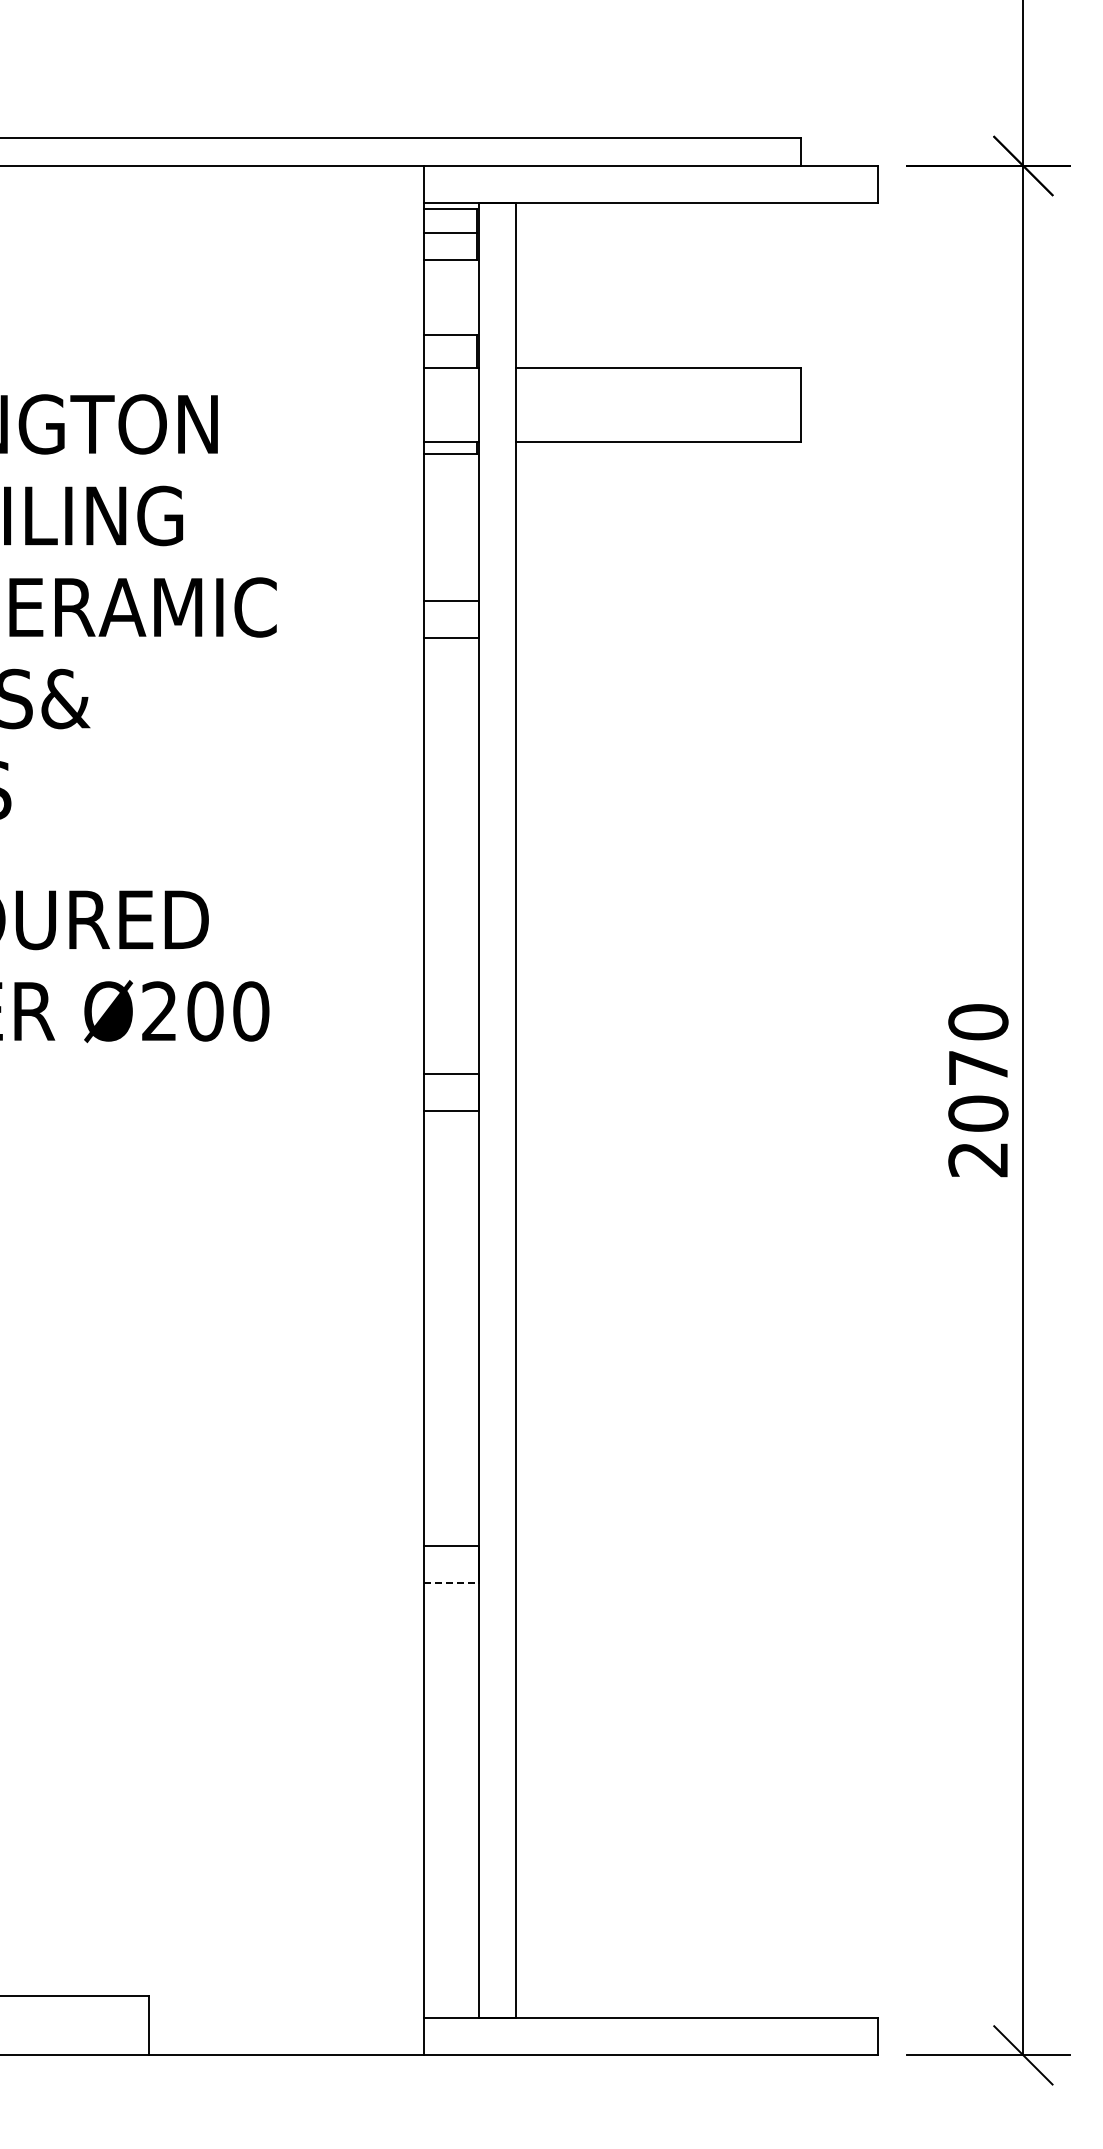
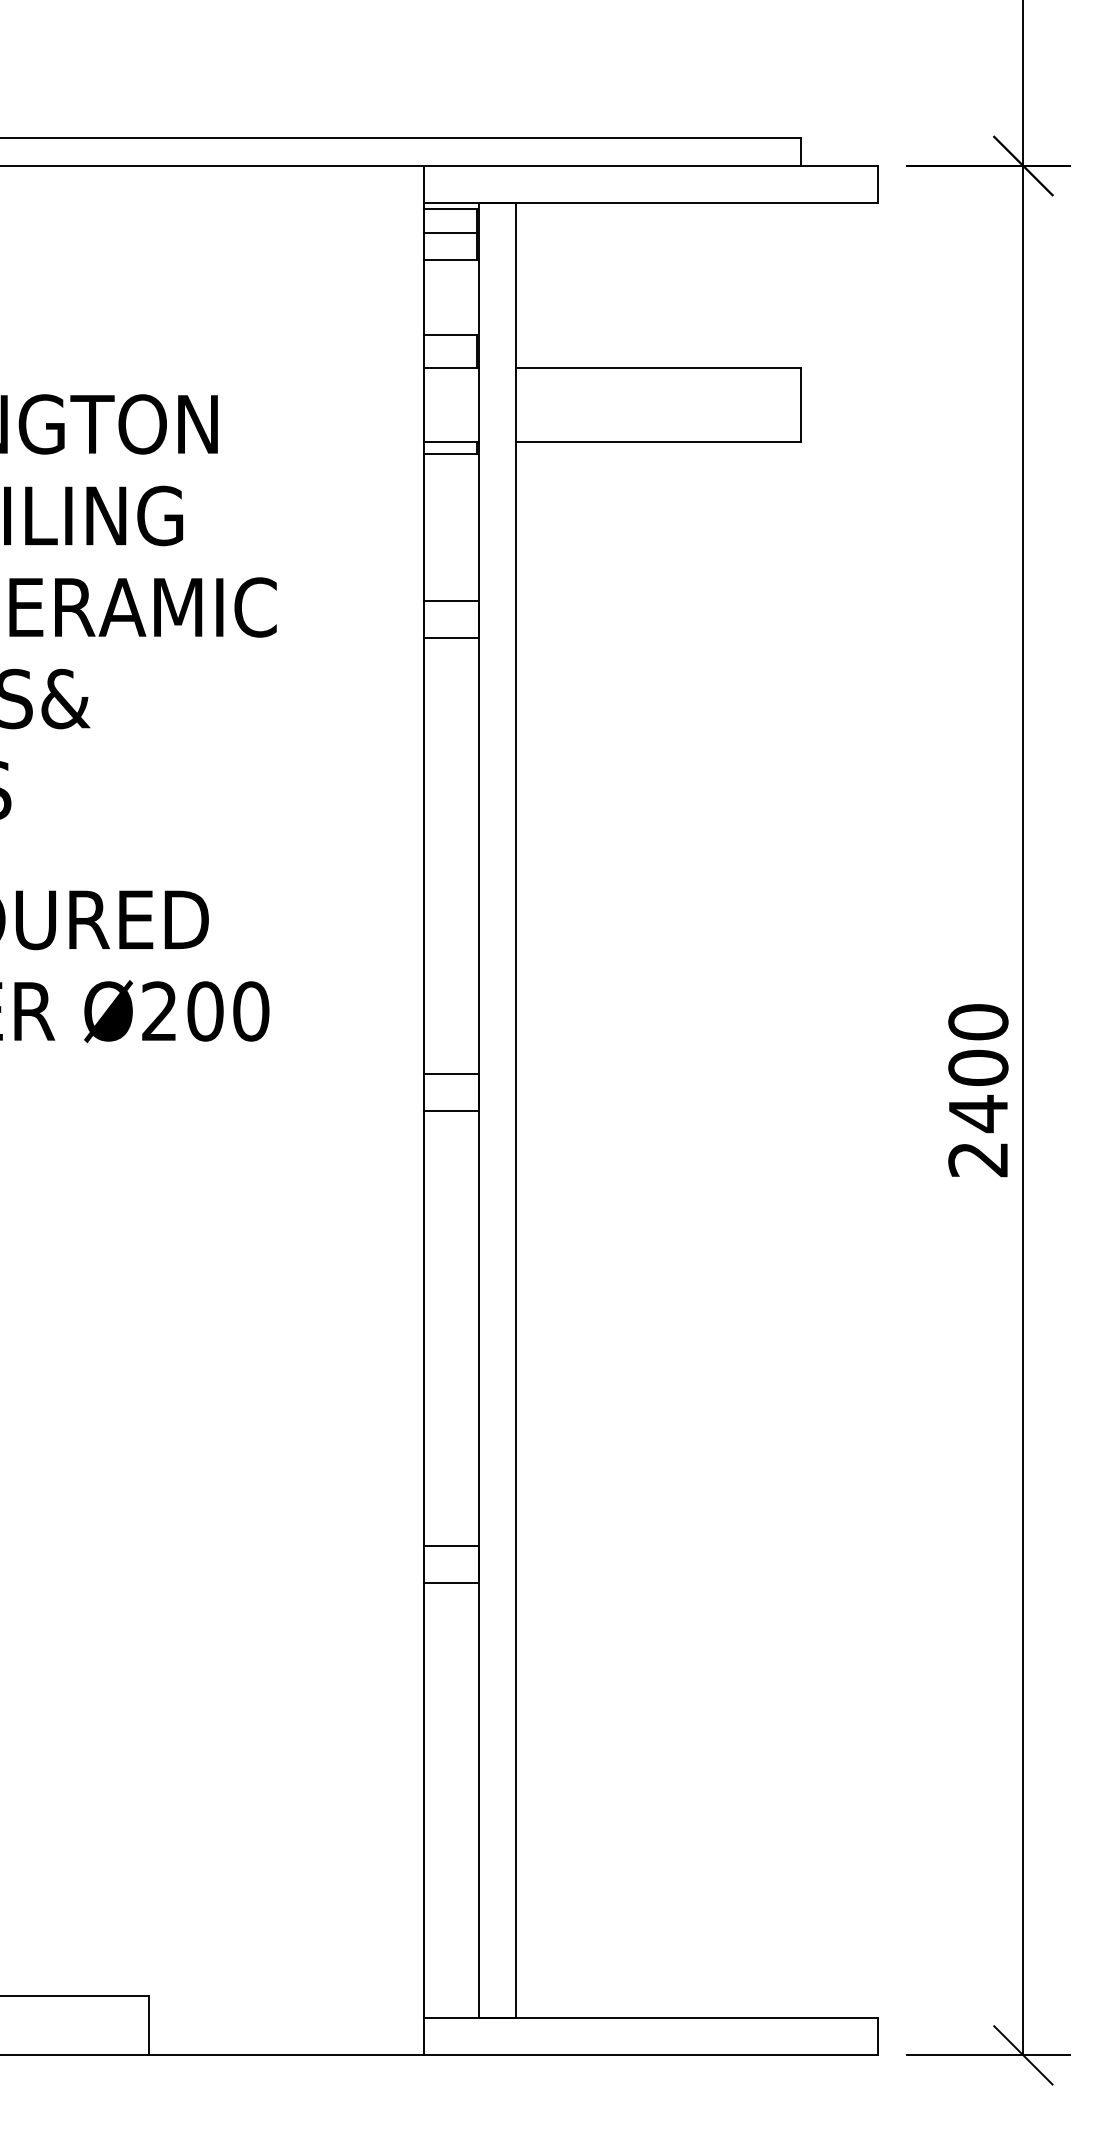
text at (978, 1091): 2070 -> 2400
line at (451, 1583): dashed -> solid
